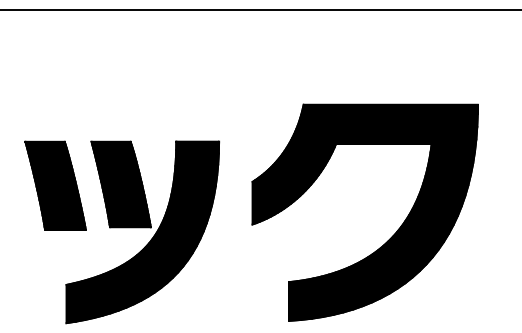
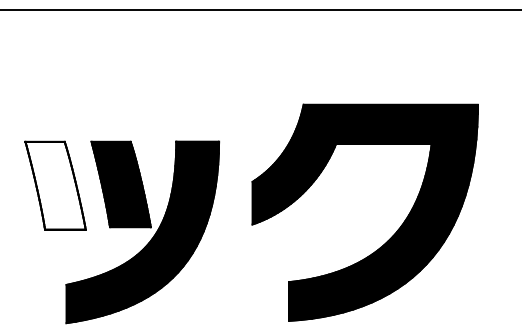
fill at (55, 185): present -> none
